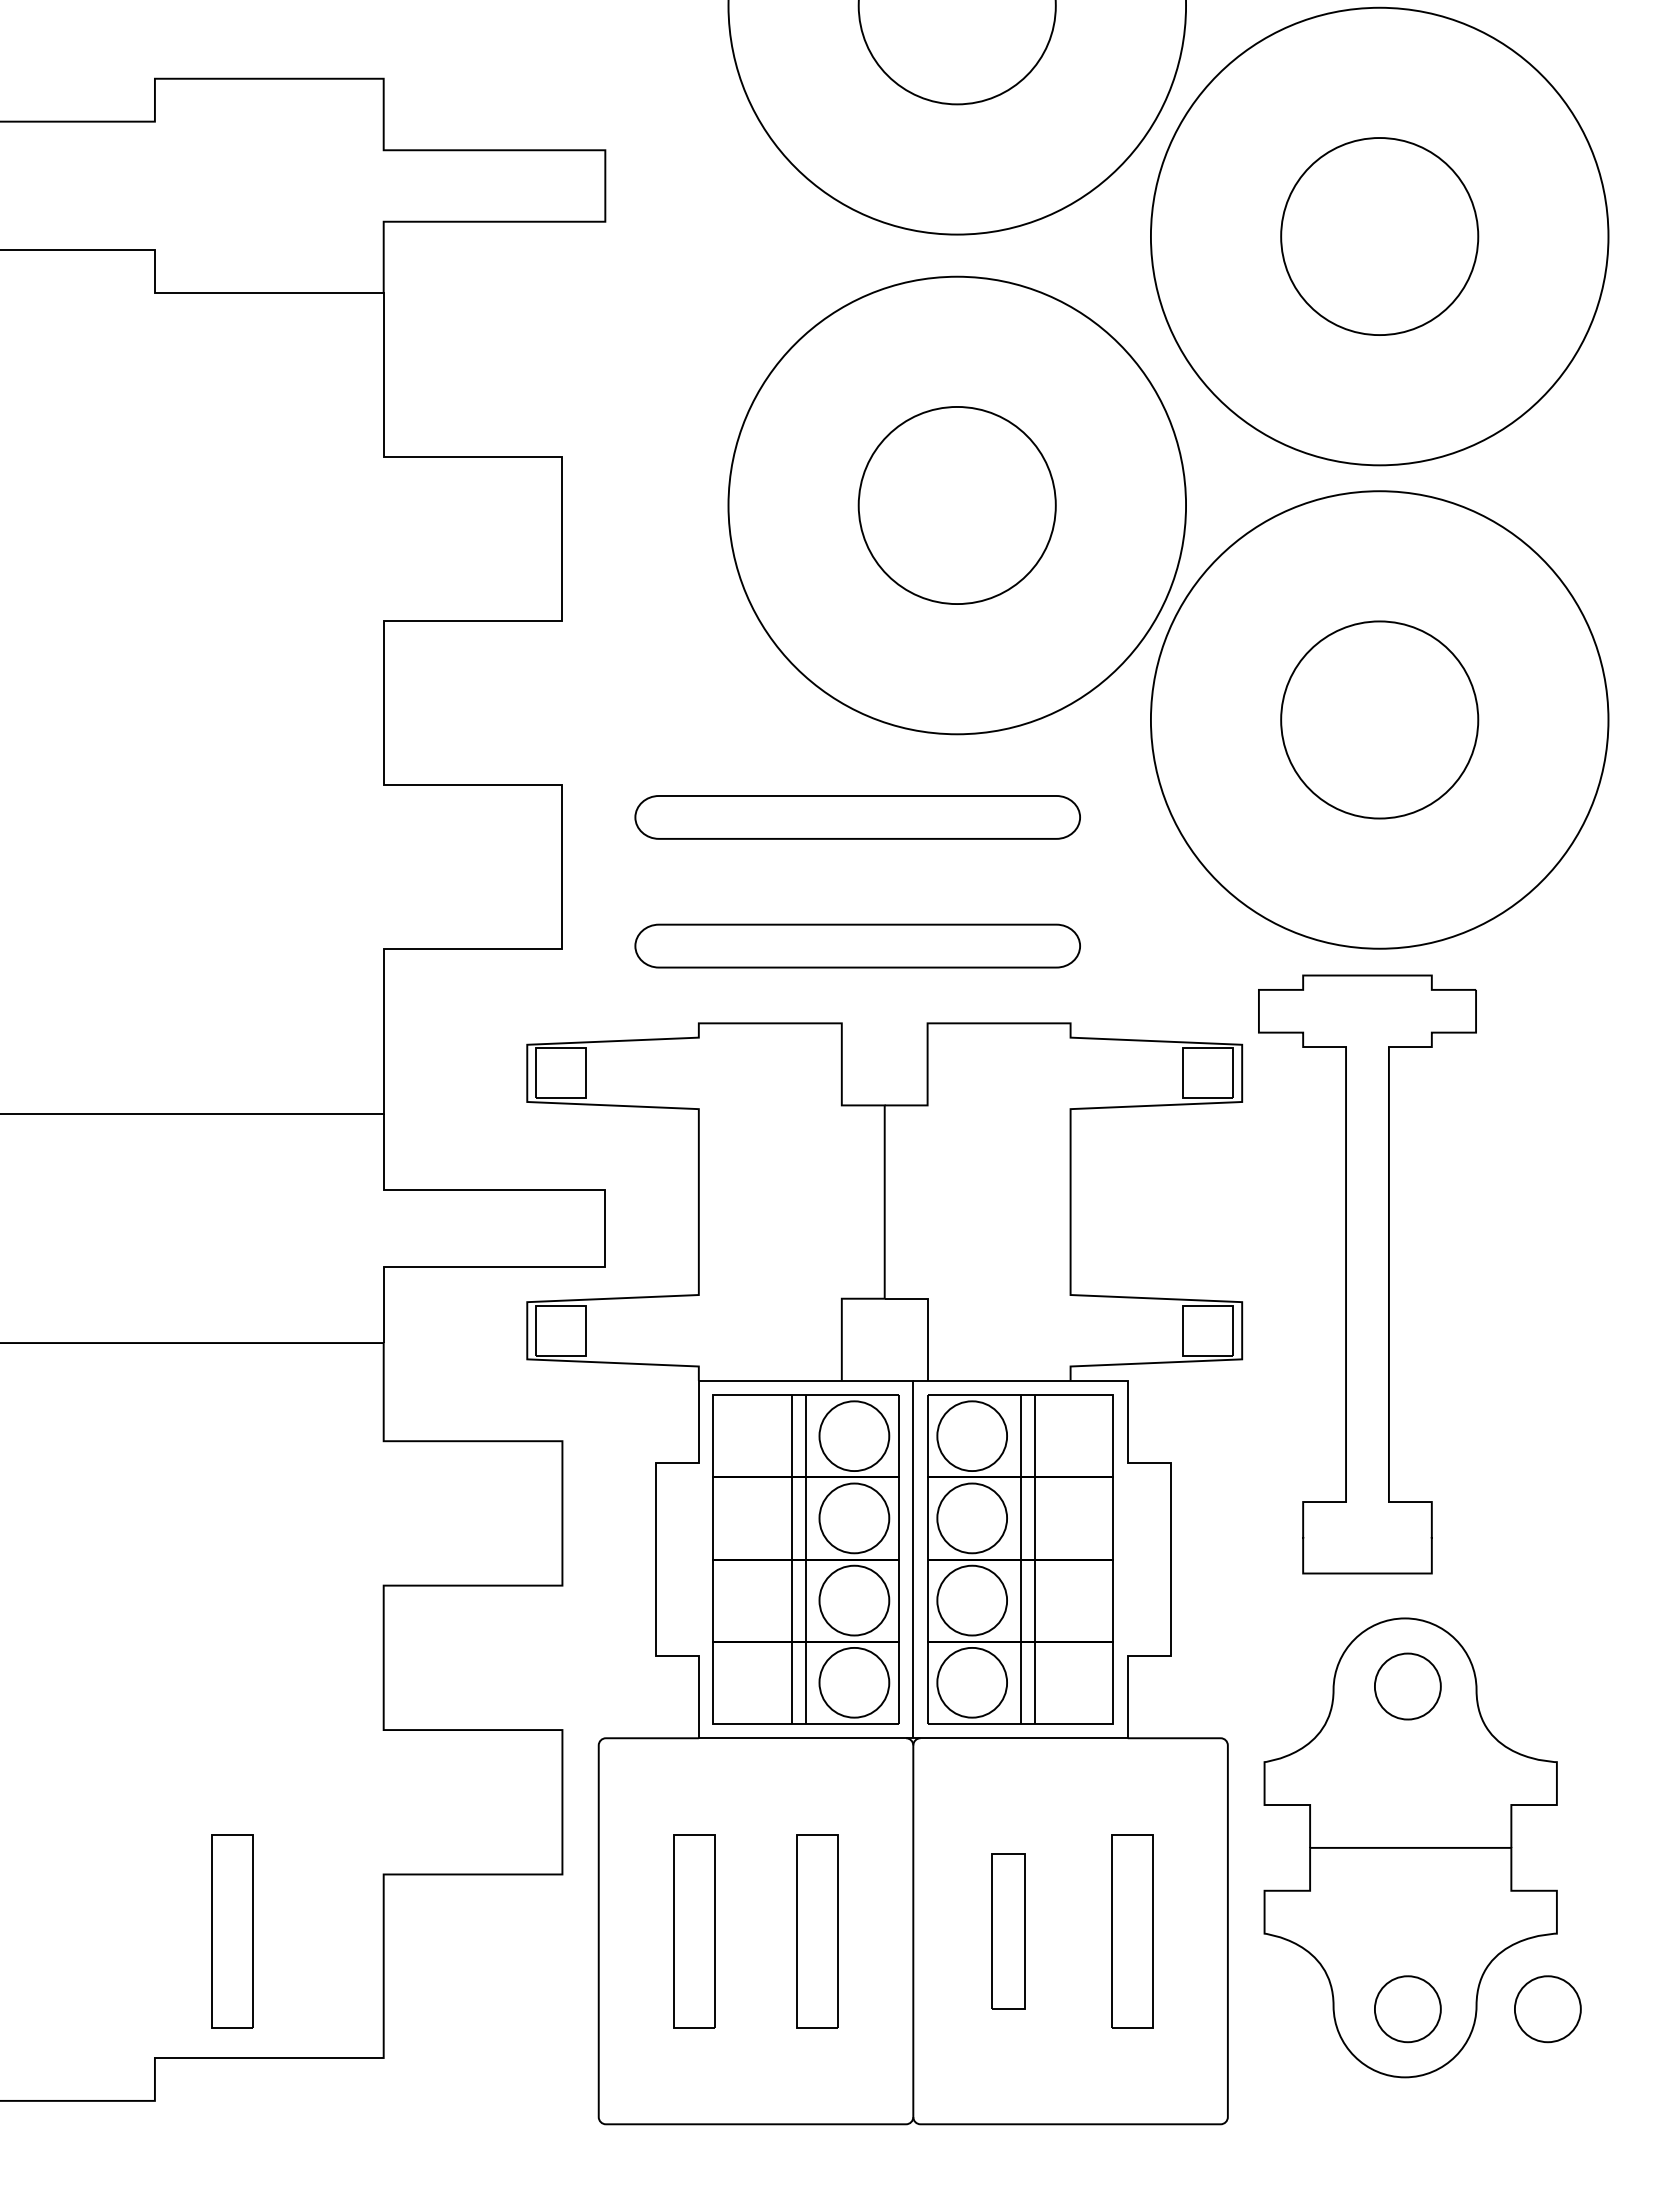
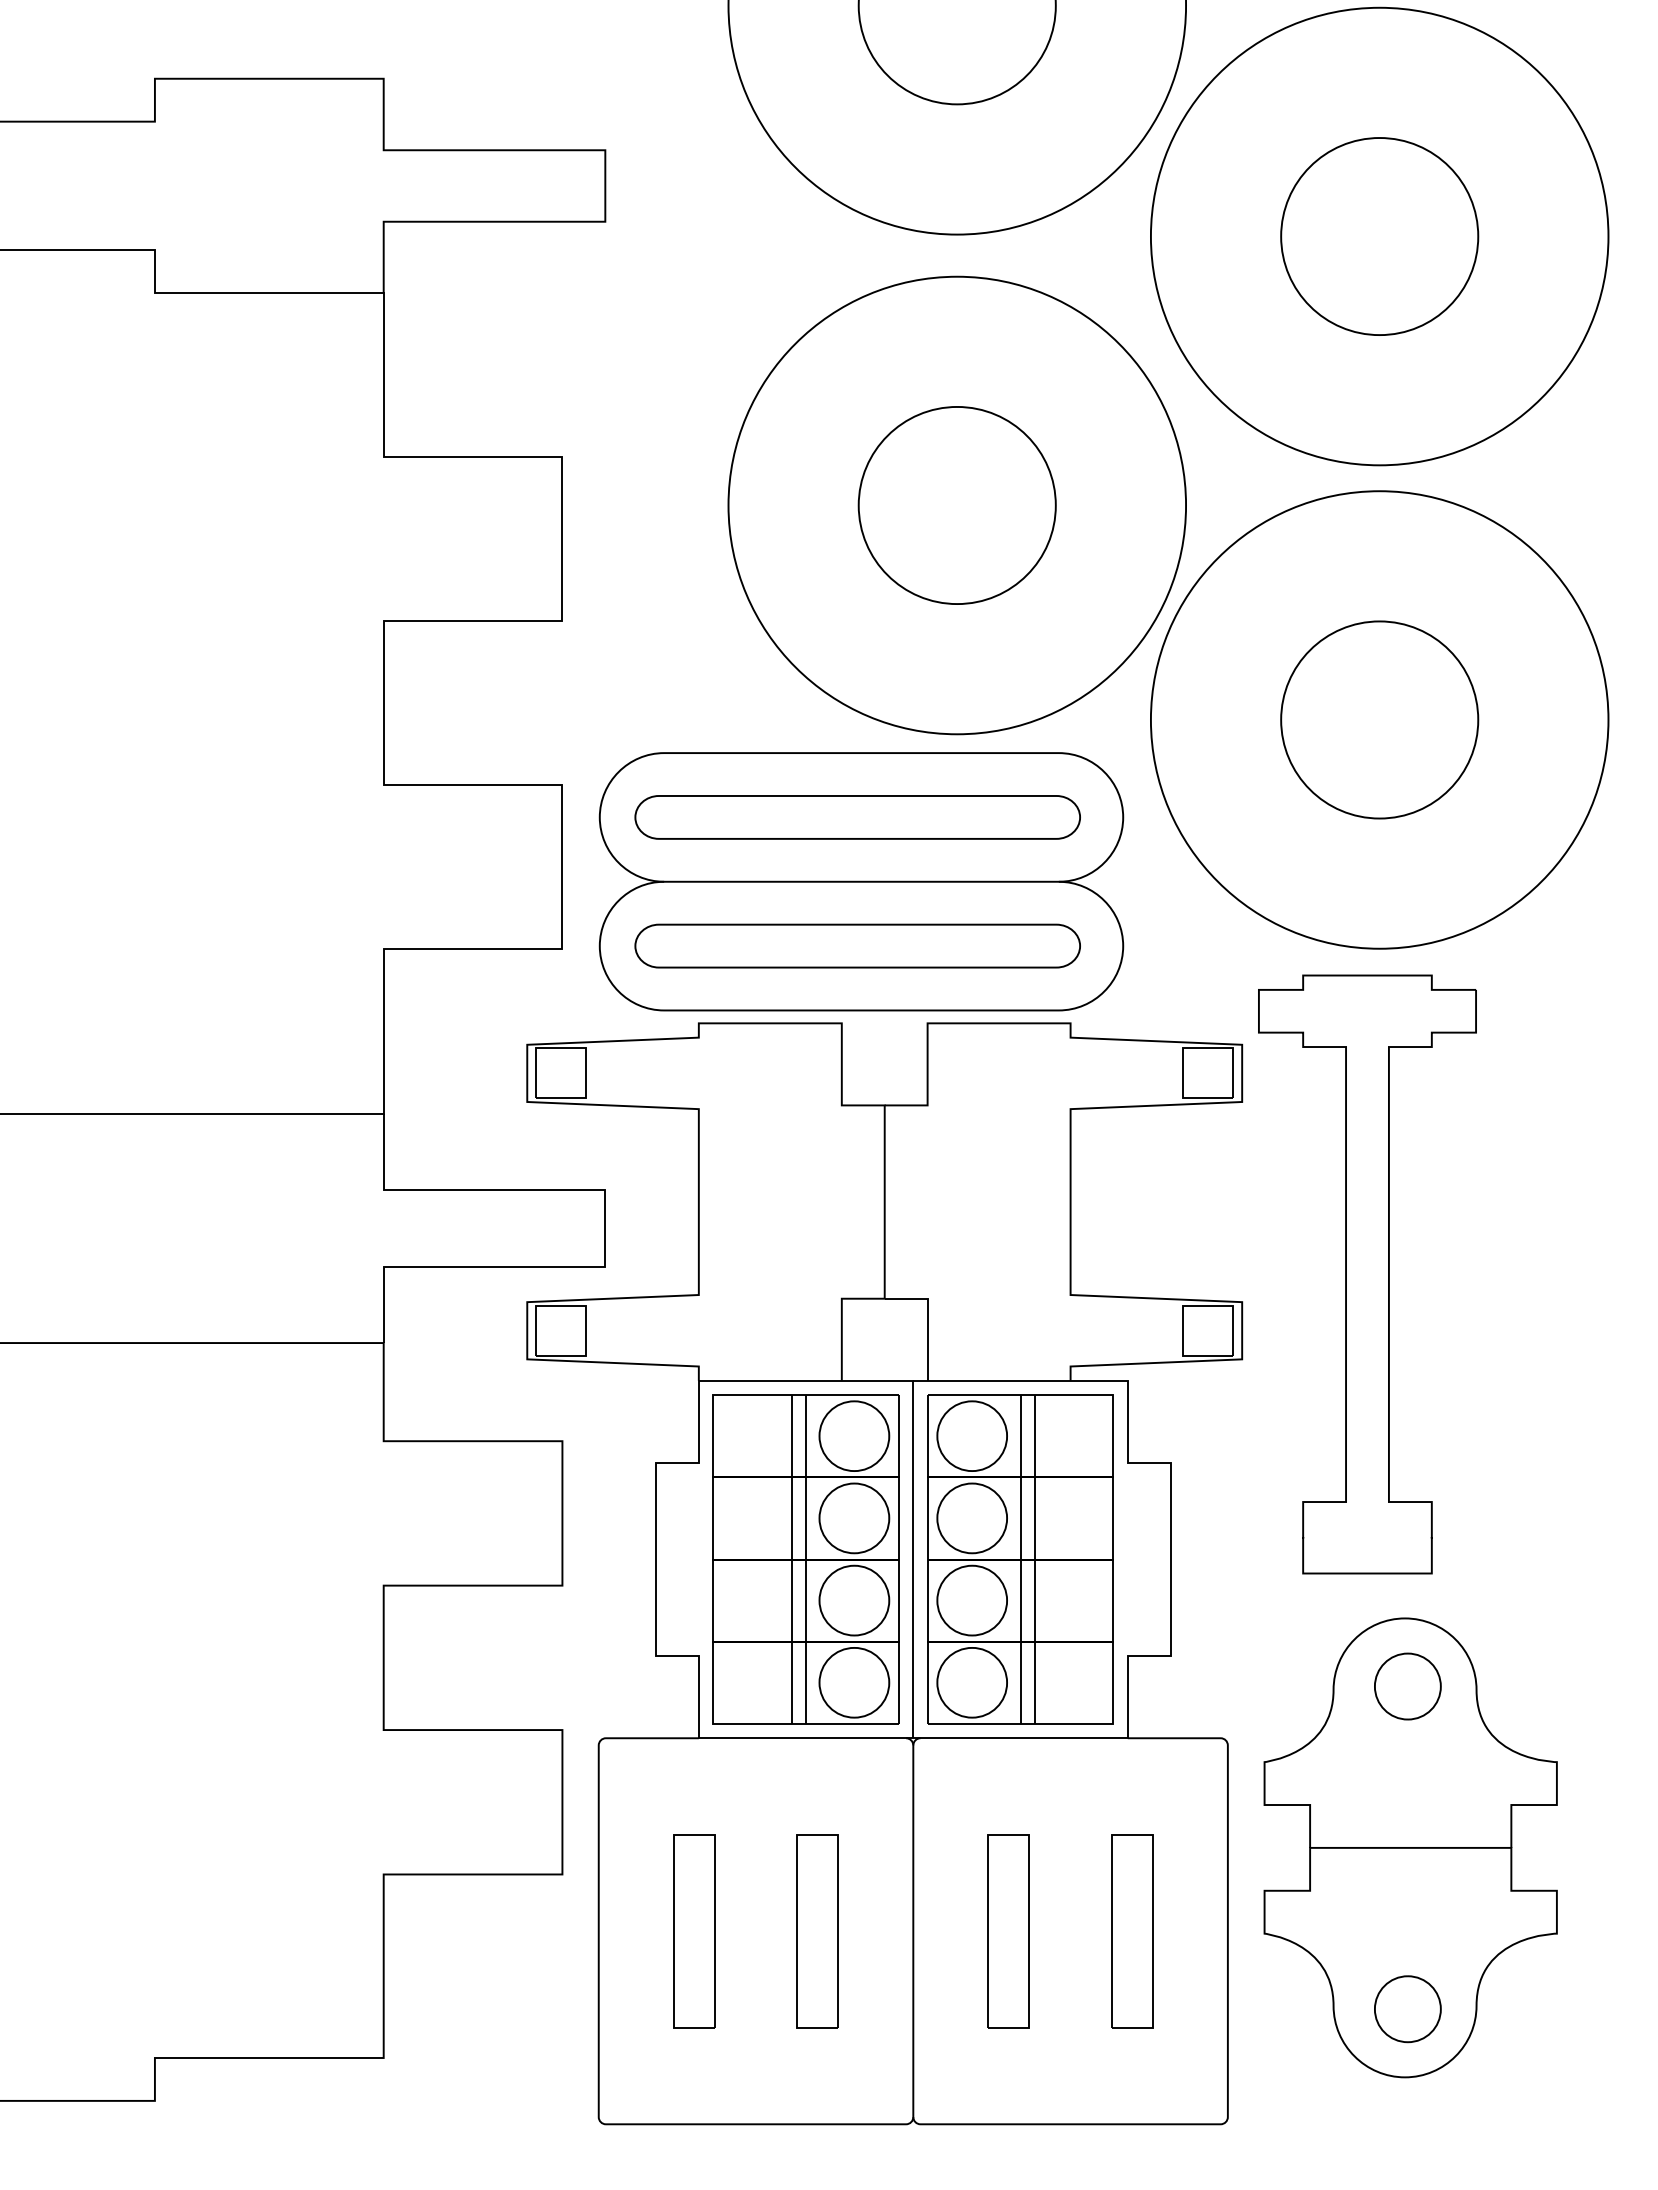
part at (861, 881): none -> present
part at (232, 1931): present -> none
part at (1008, 1931) size: 35x157 px -> 43x195 px
part at (1547, 2009): present -> none
